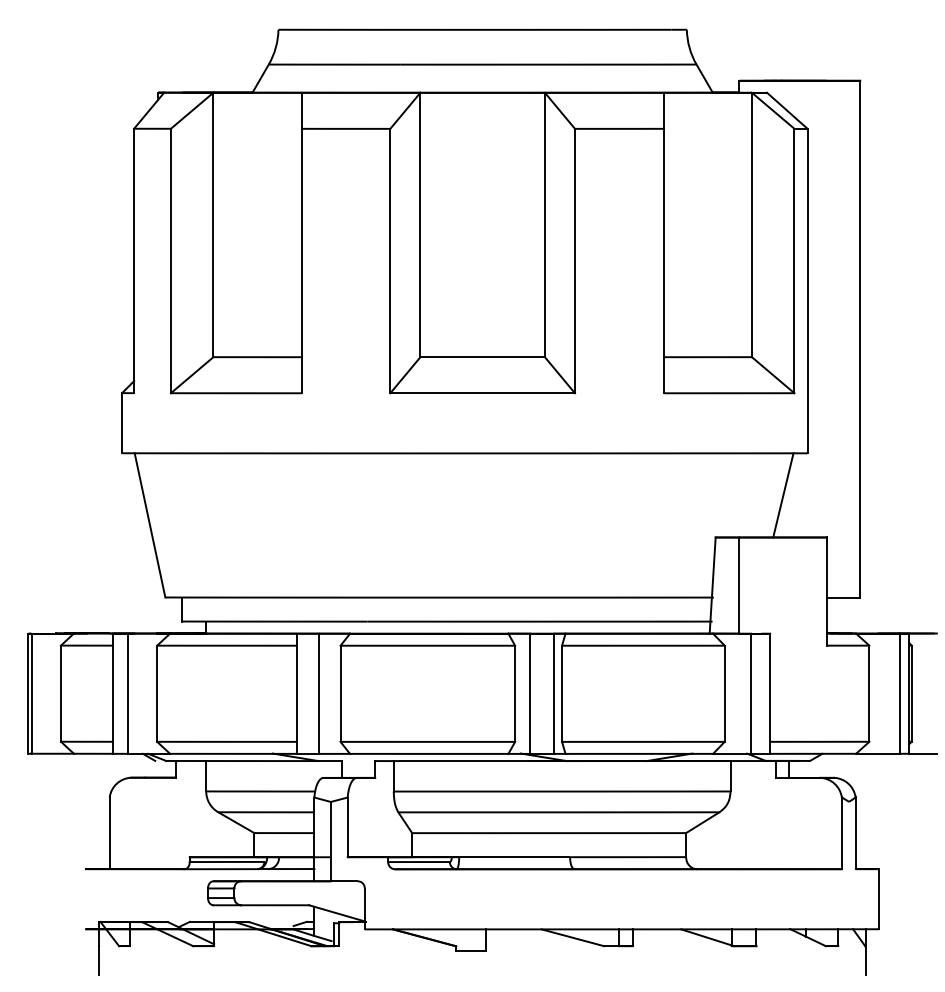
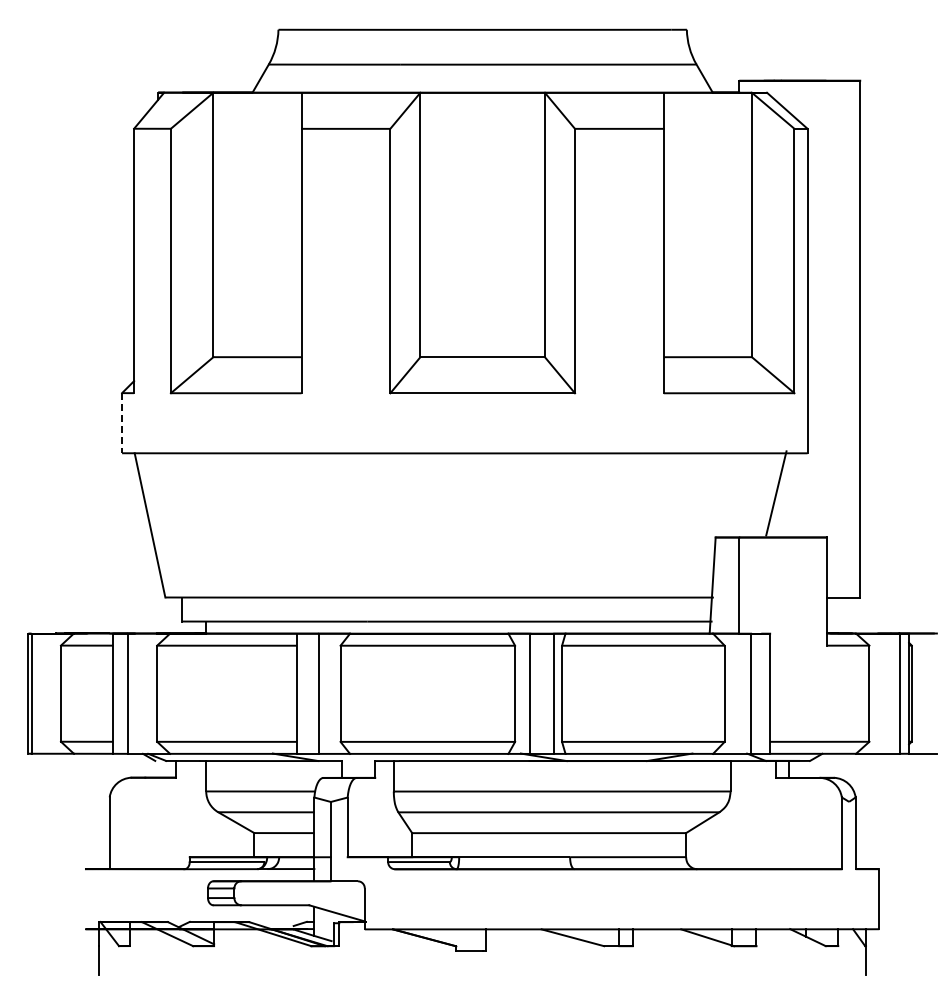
line at (122, 423): solid -> dashed
line at (783, 495) position: (783, 495) -> (776, 493)
